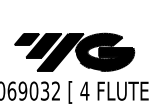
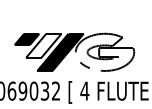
fill at (43, 45): present -> none
fill at (104, 51): present -> none
